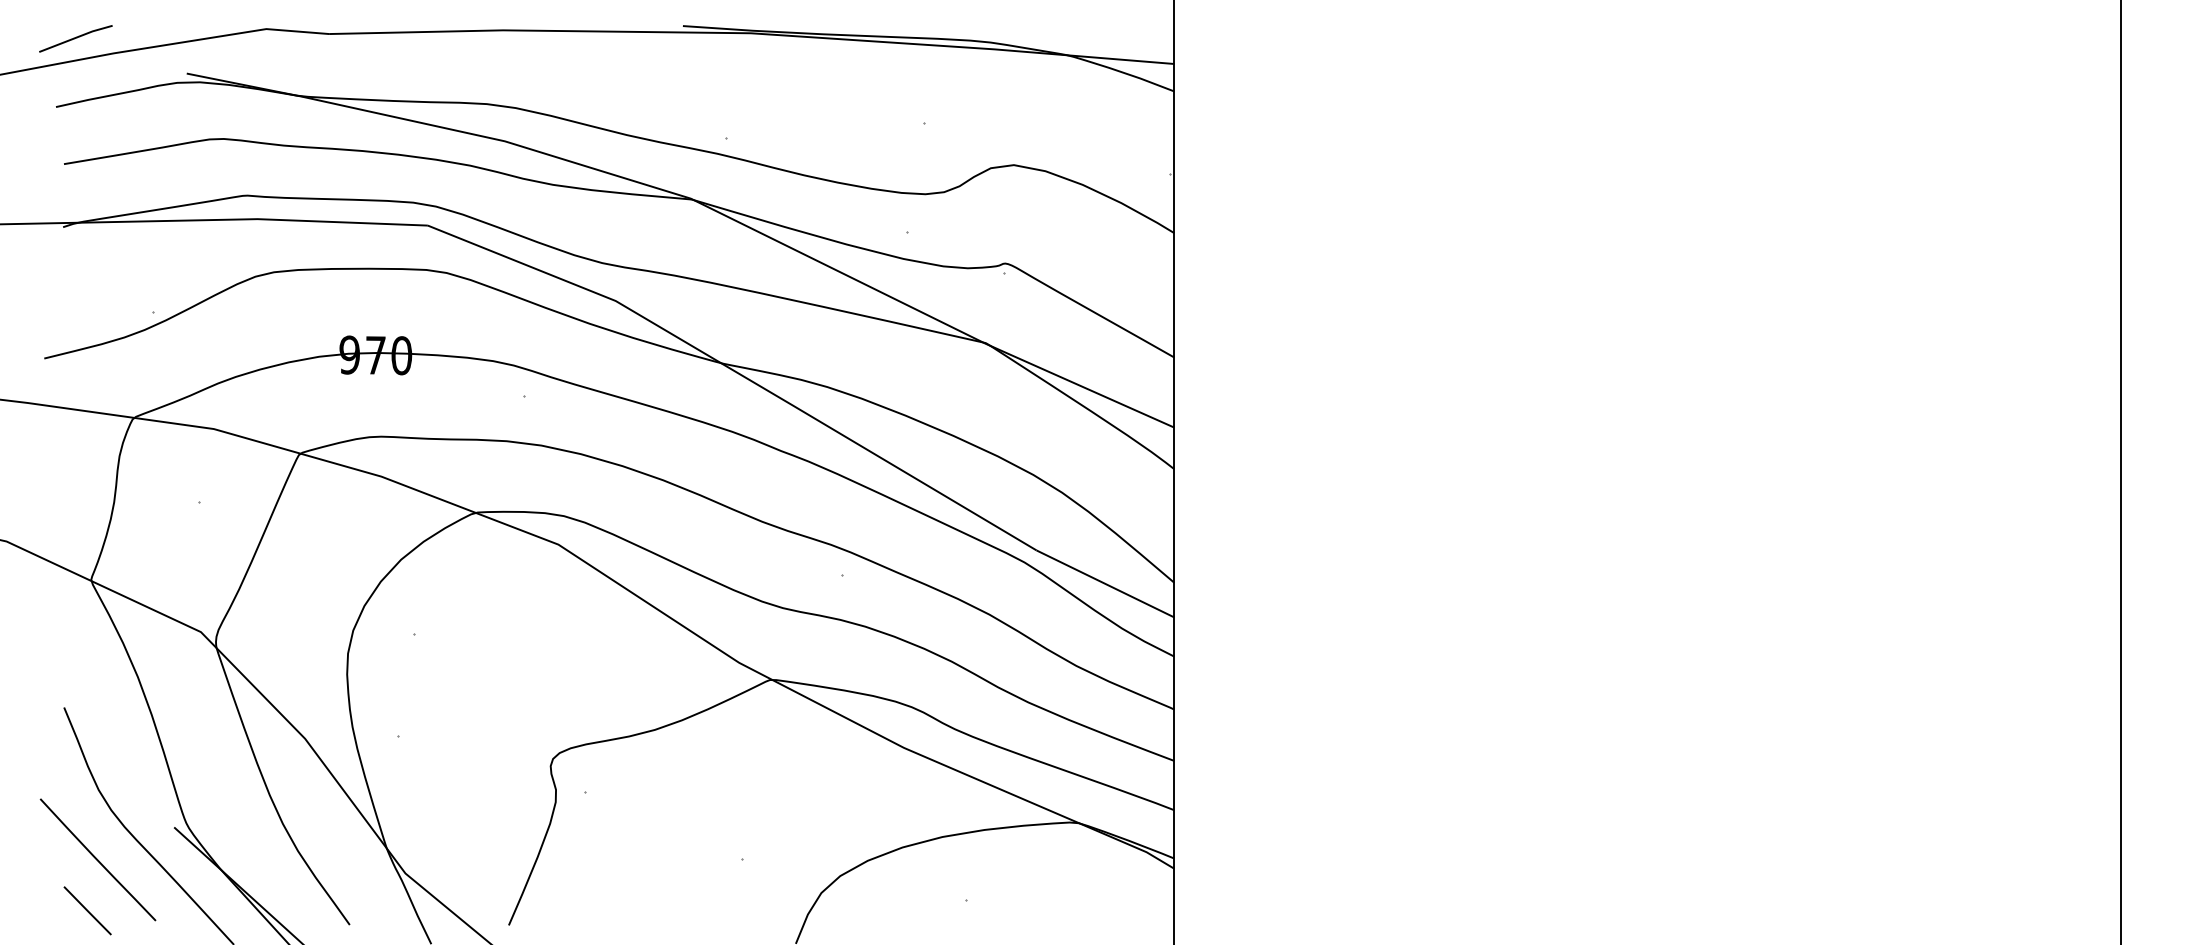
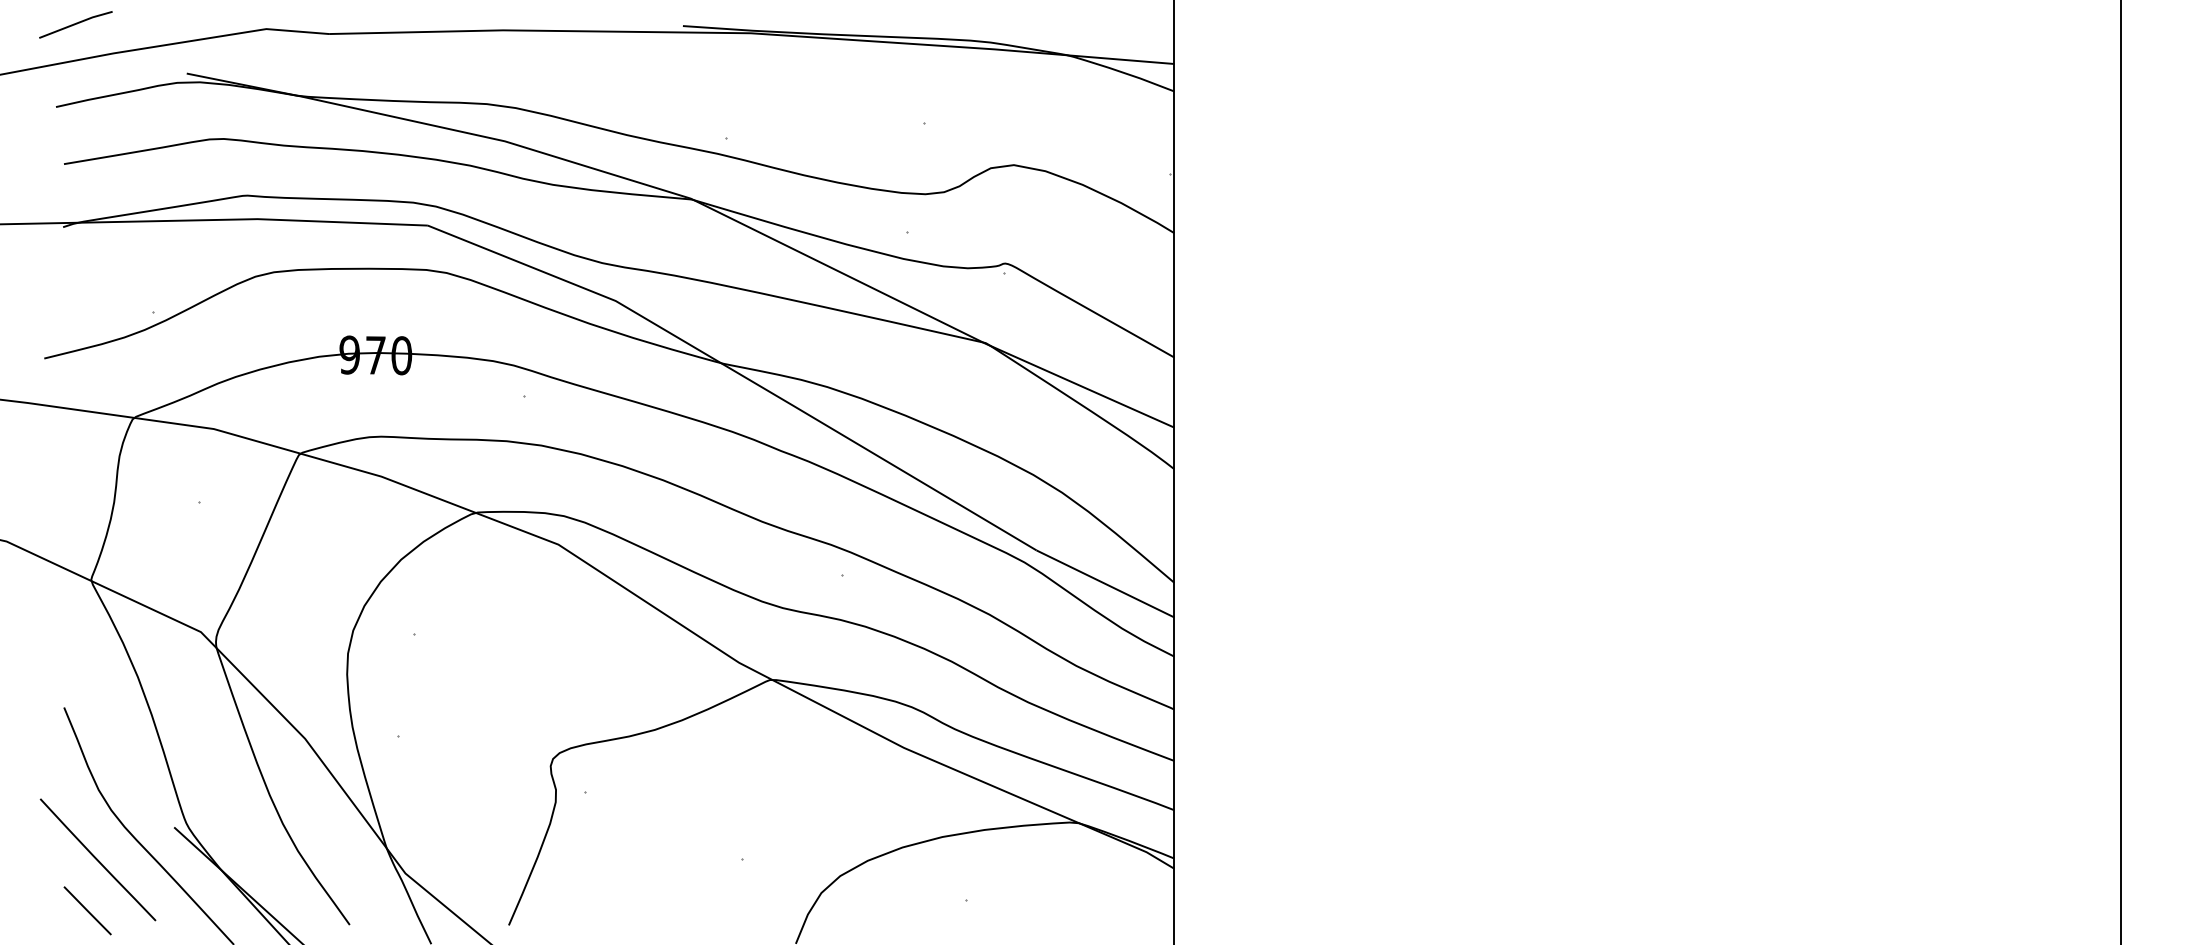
line at (75, 38) position: (75, 38) -> (75, 24)
